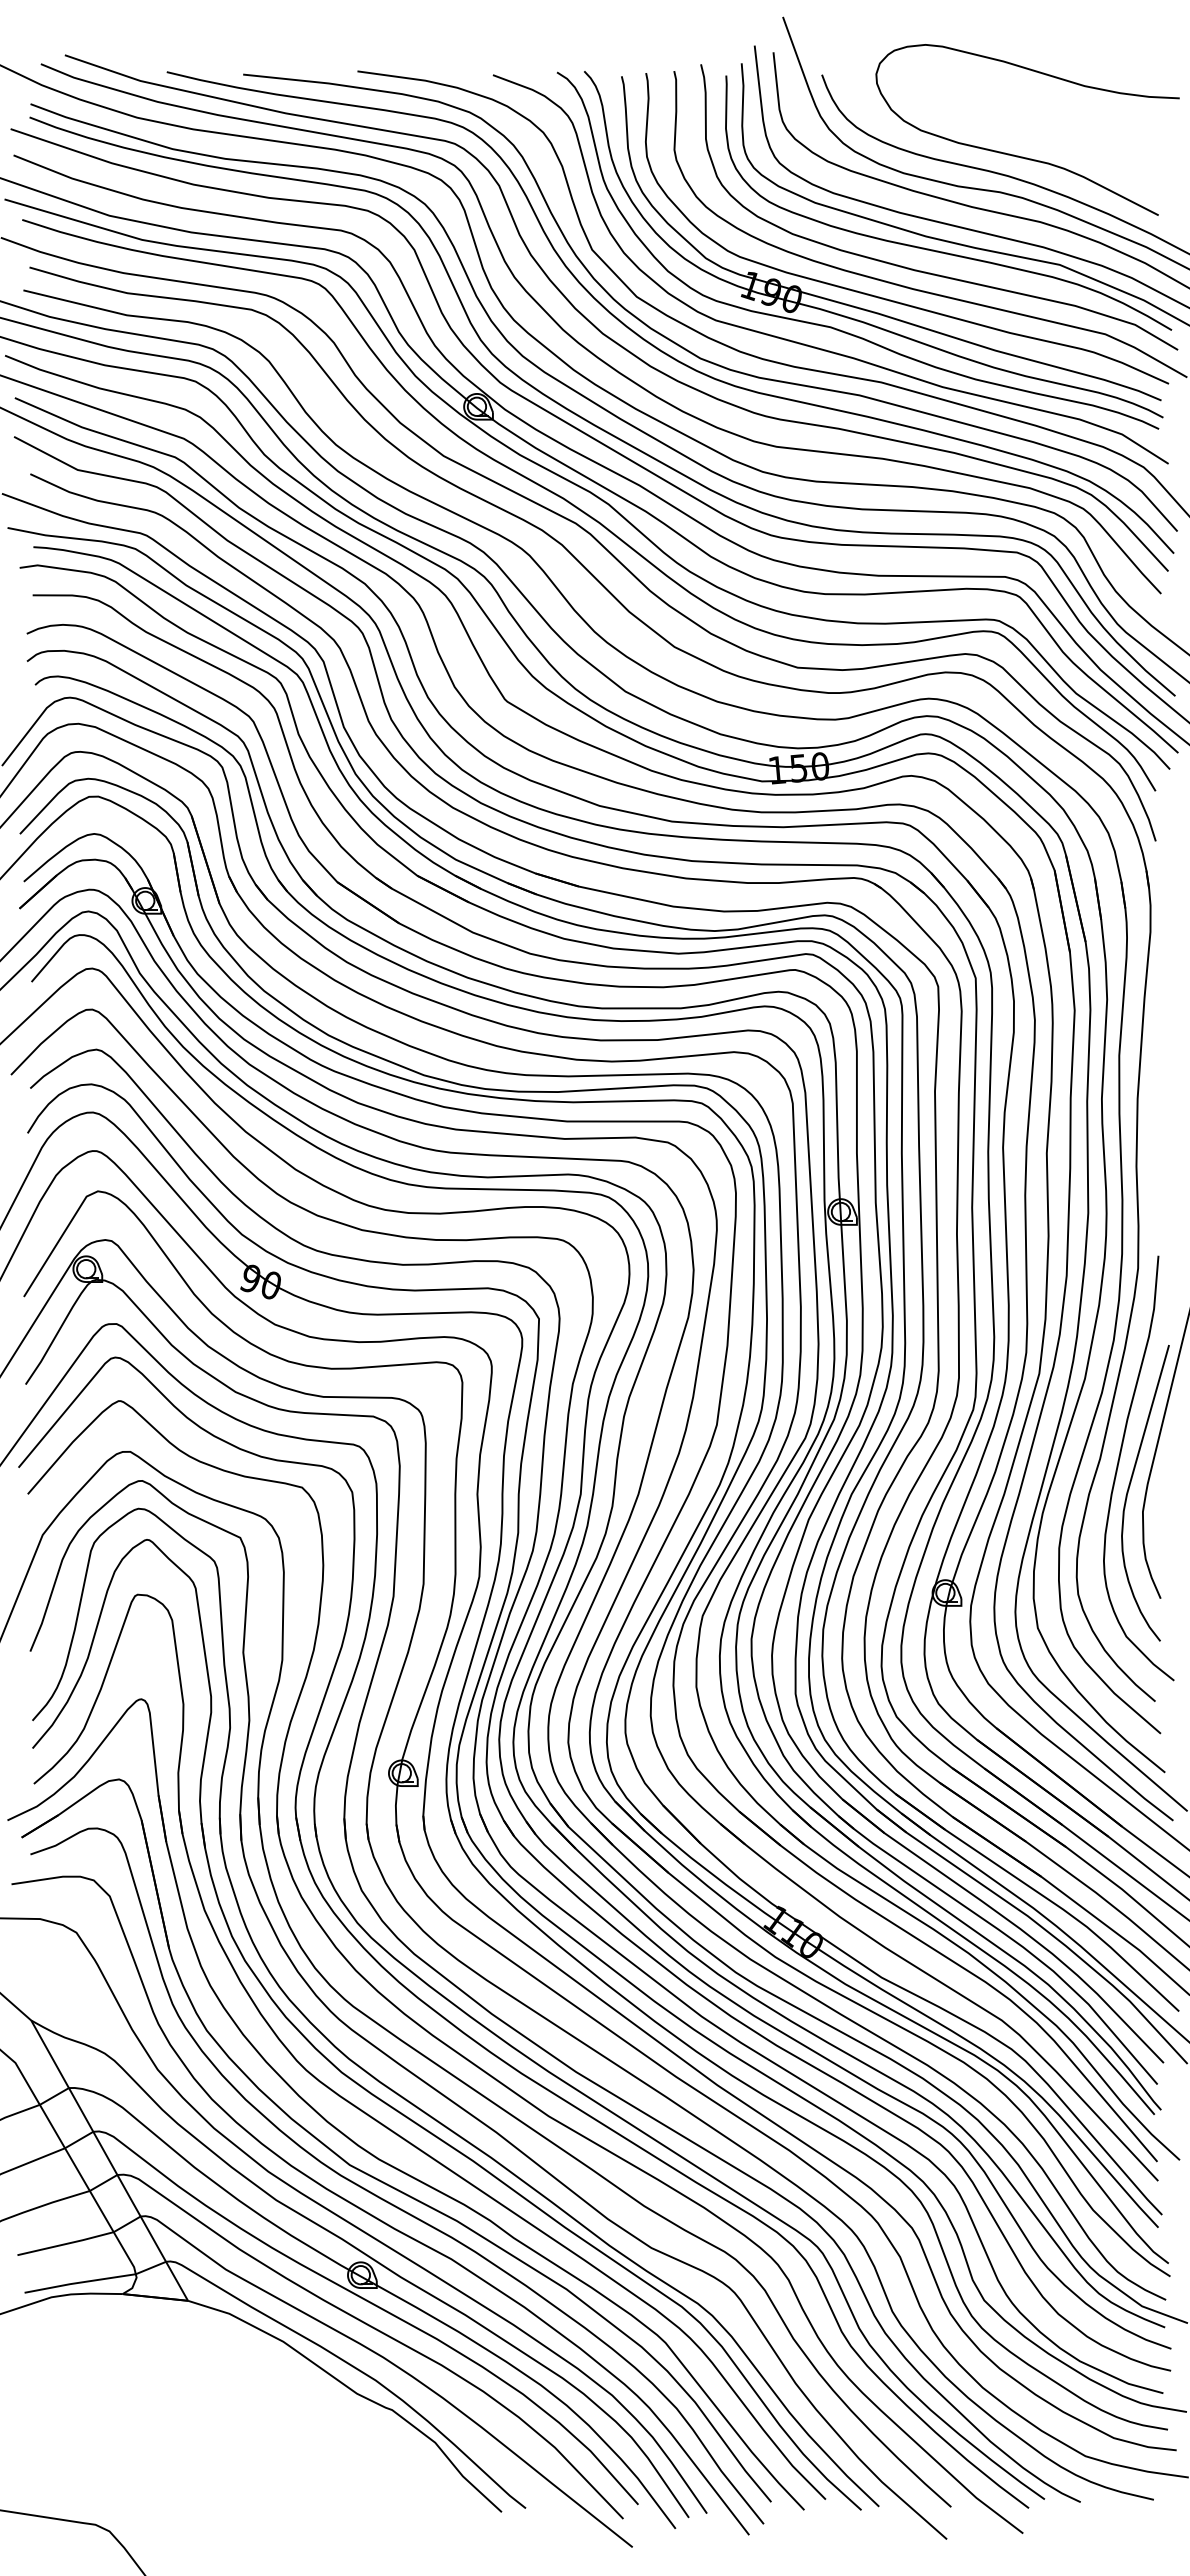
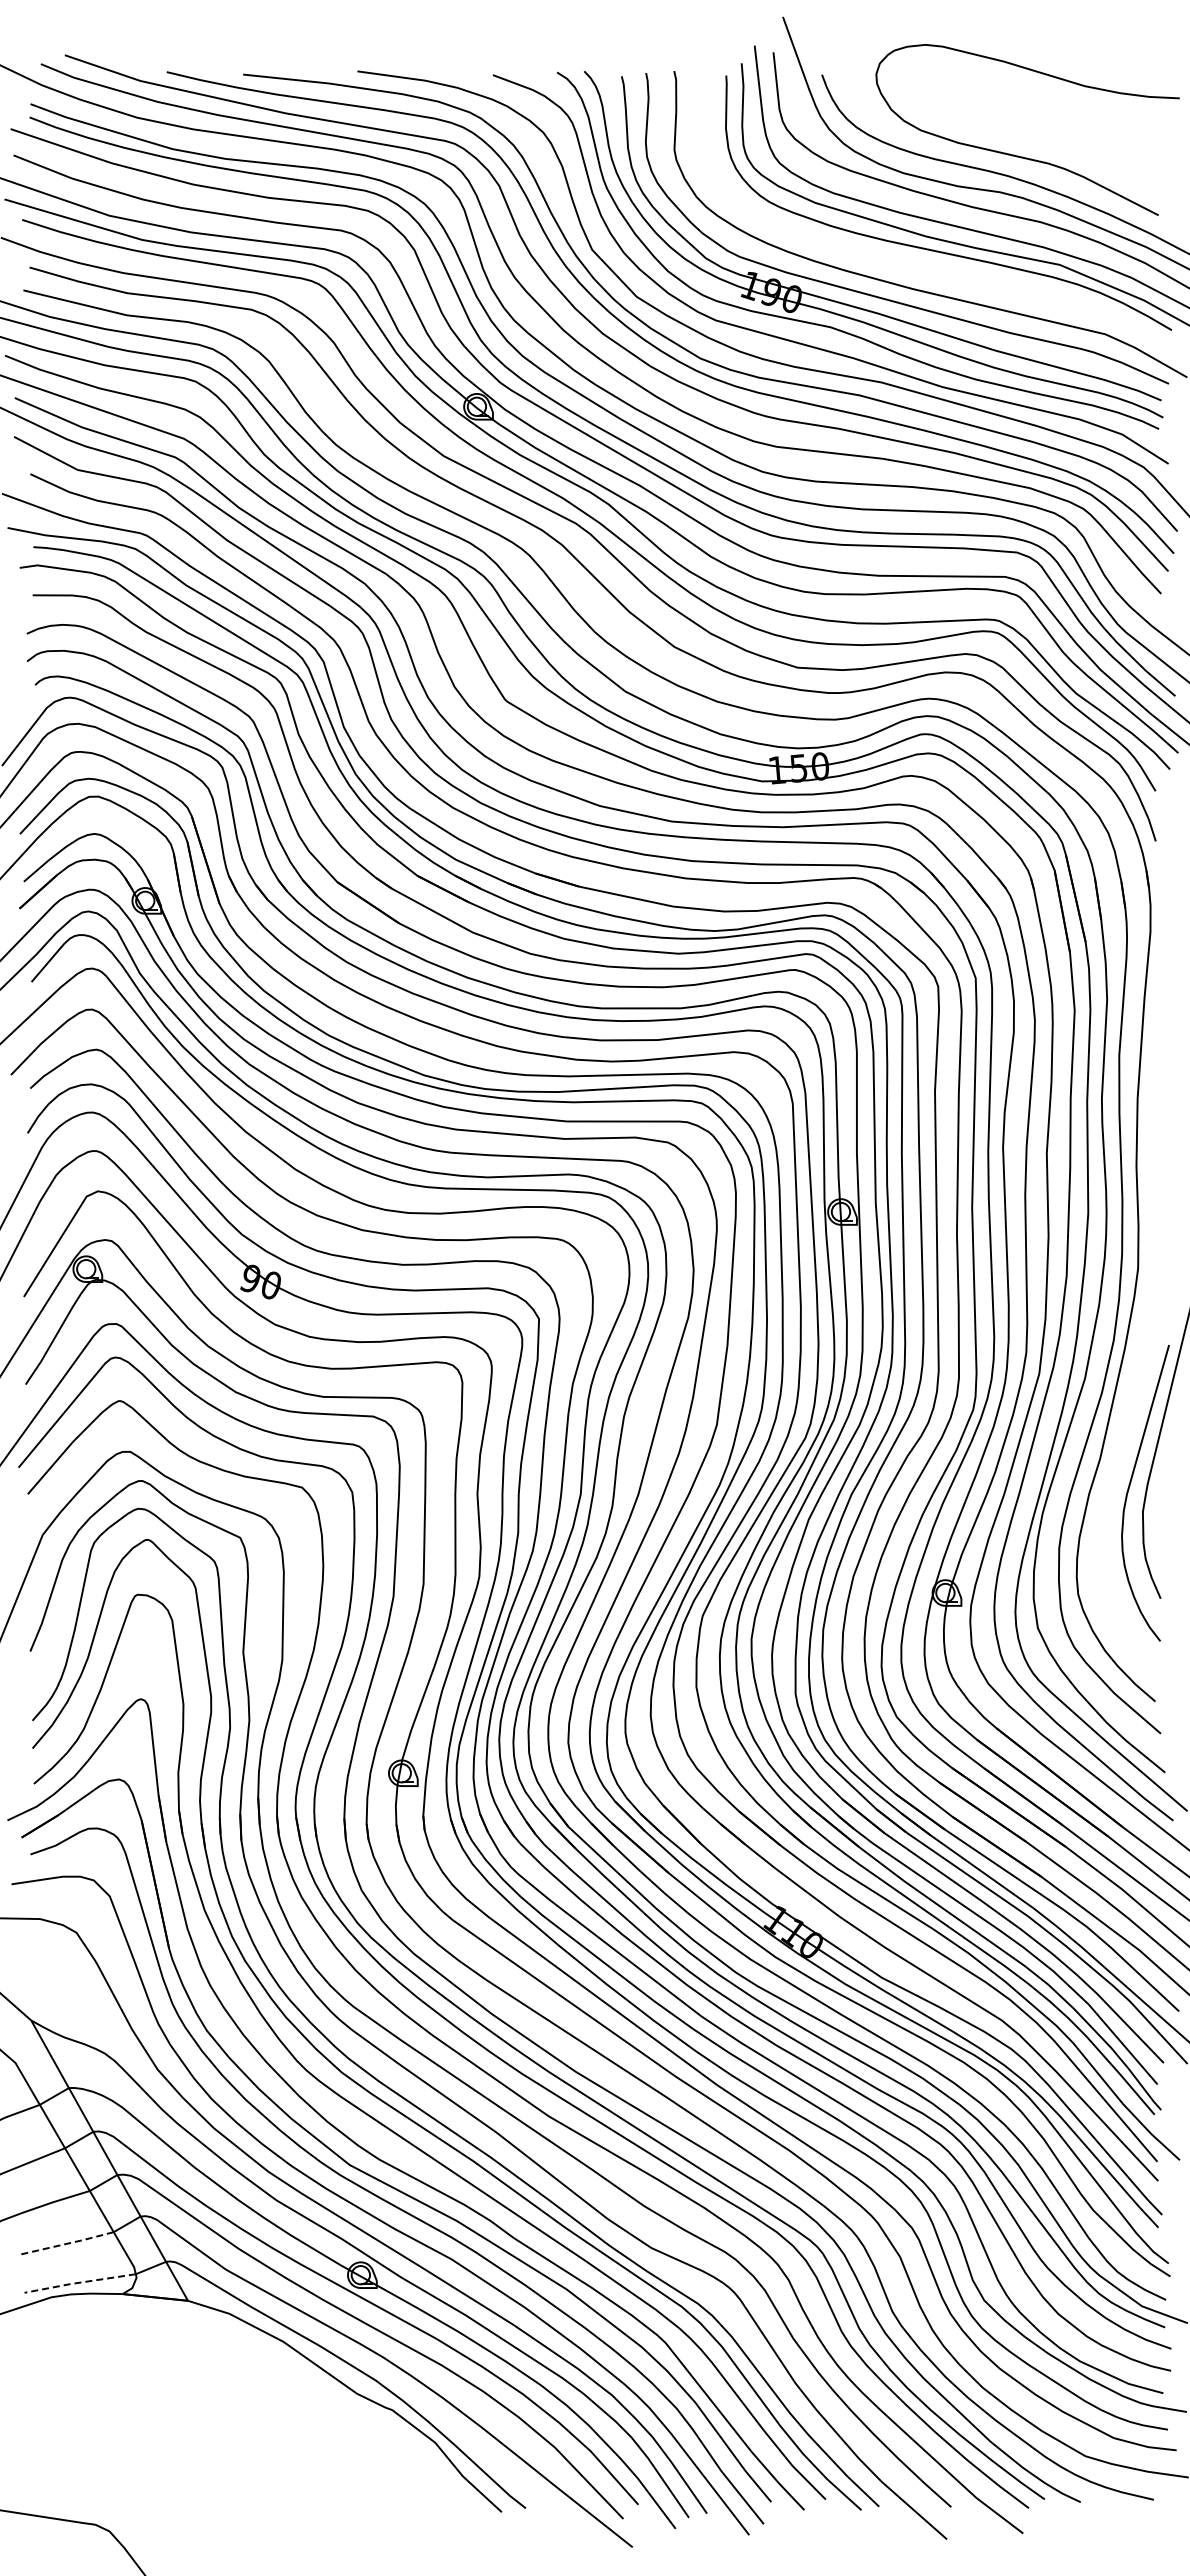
curve at (925, 271): present -> none
curve at (1119, 1463): present -> none
line at (65, 2244): solid -> dashed
line at (79, 2282): solid -> dashed
